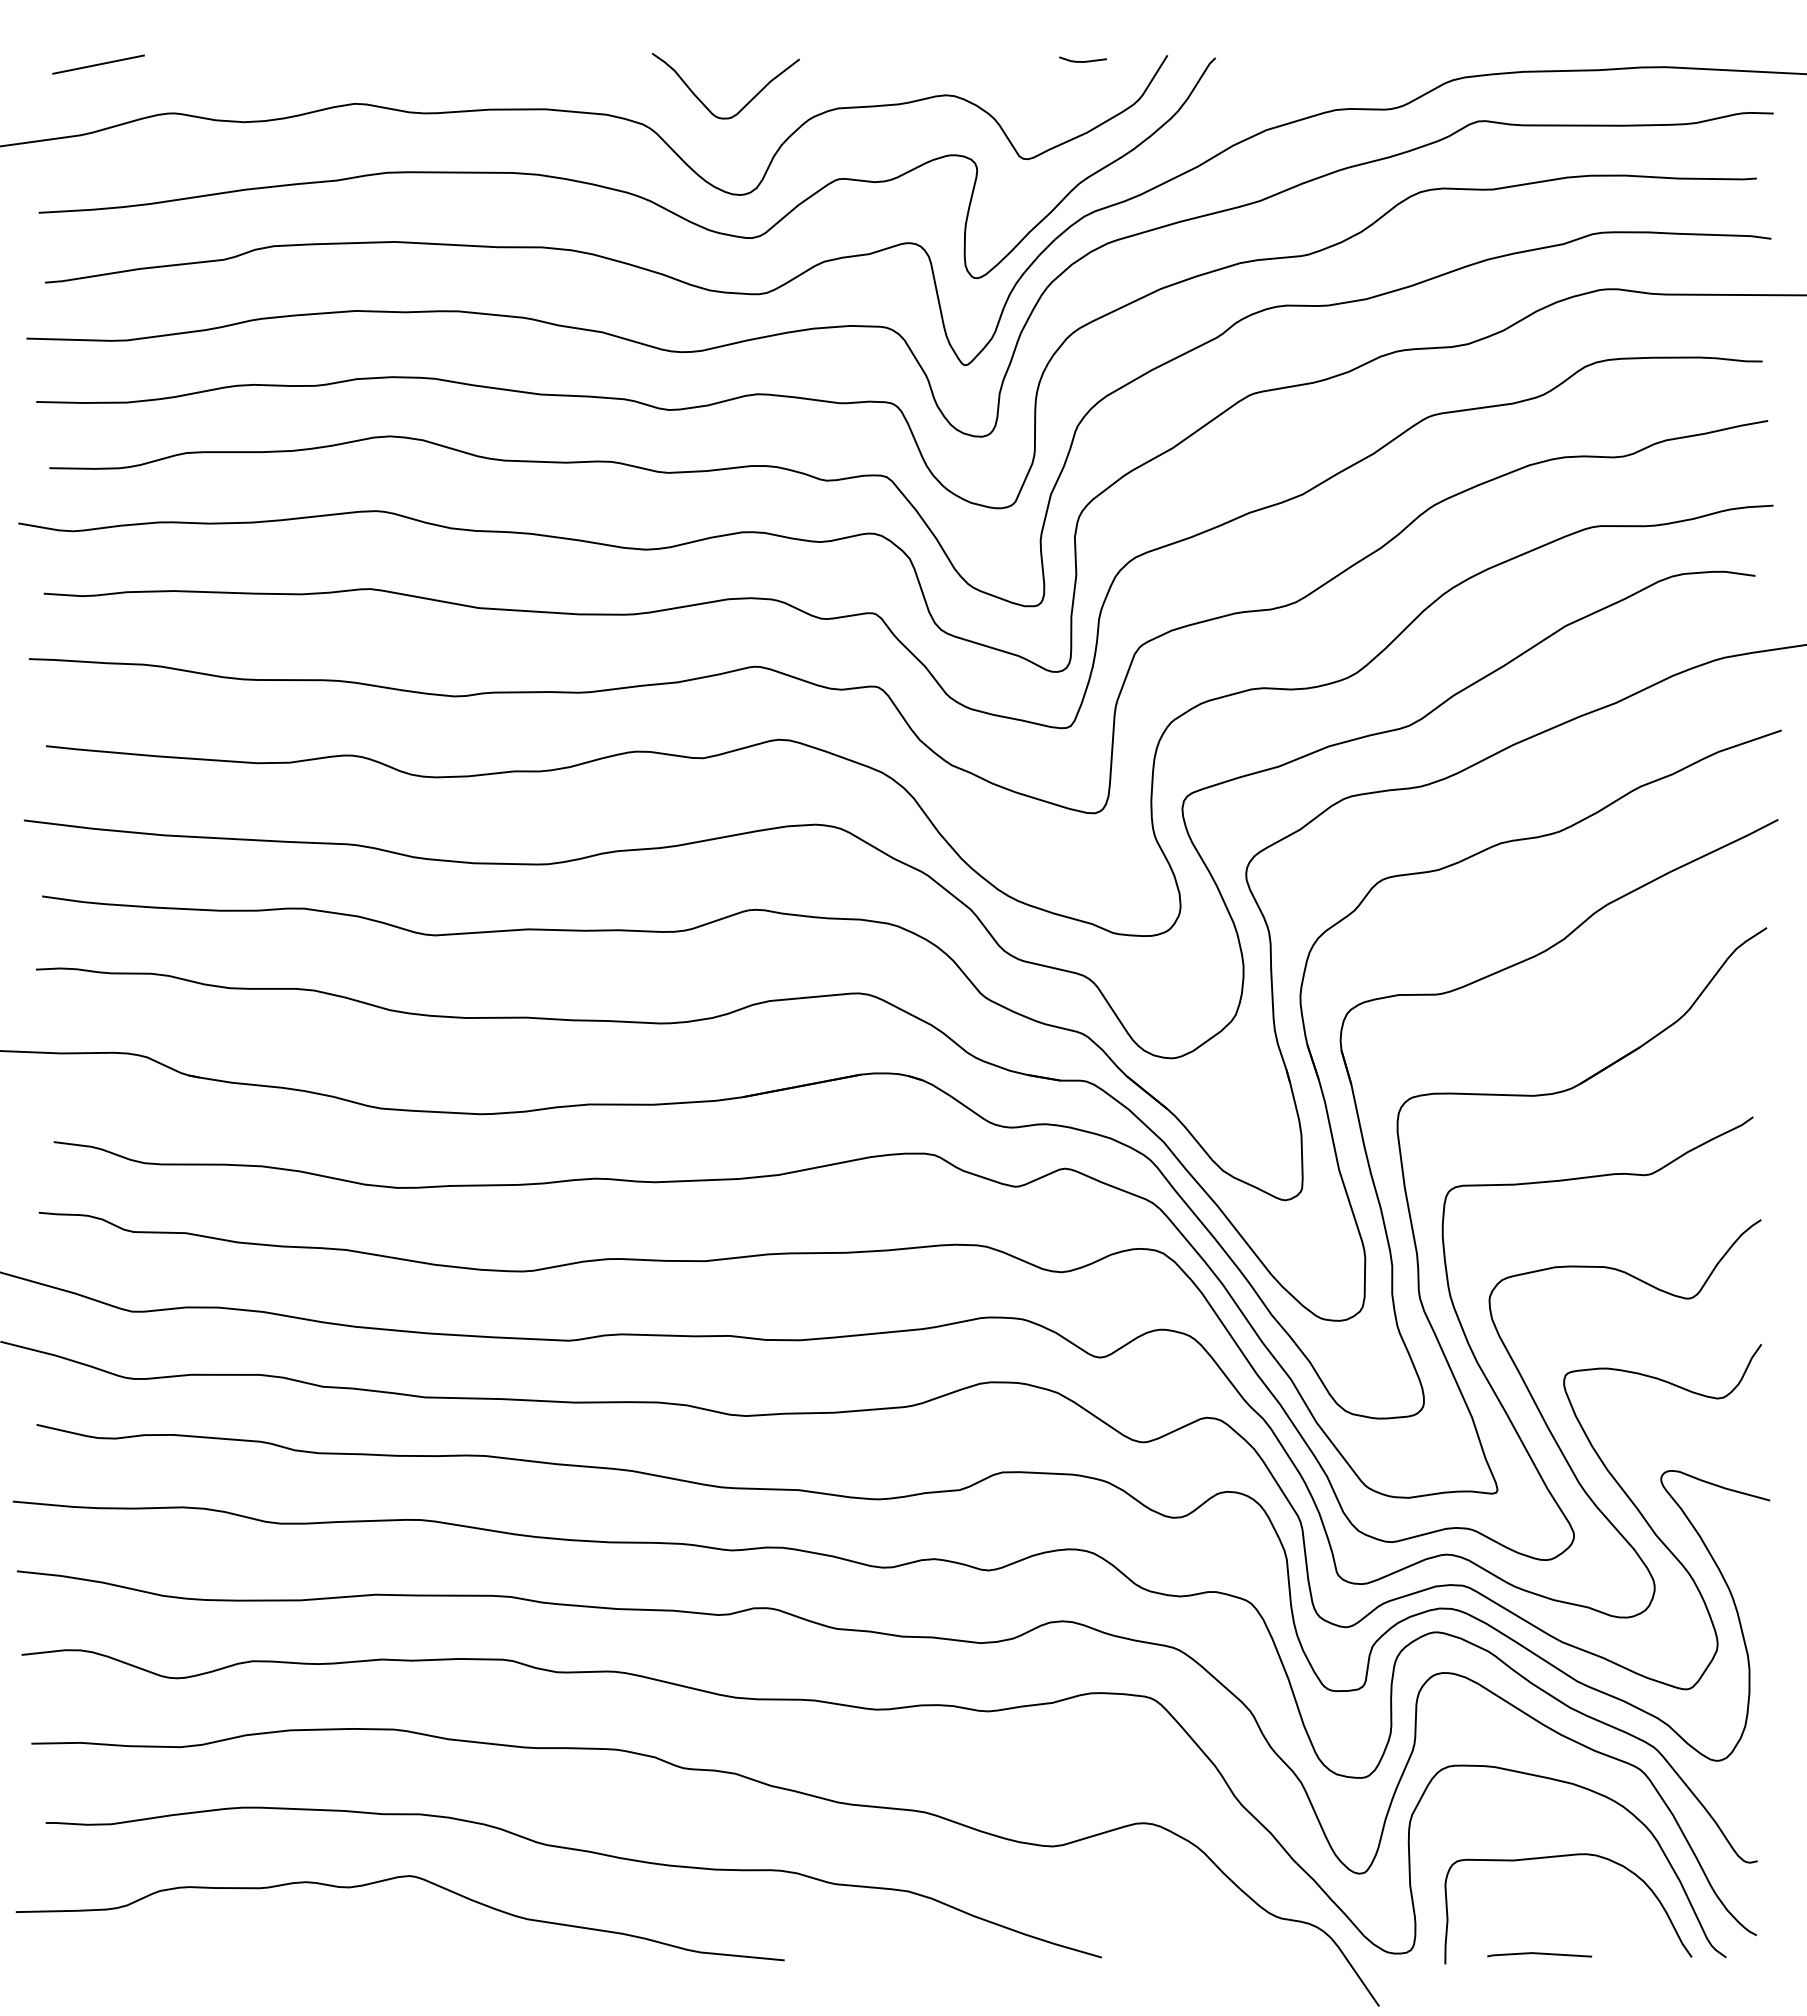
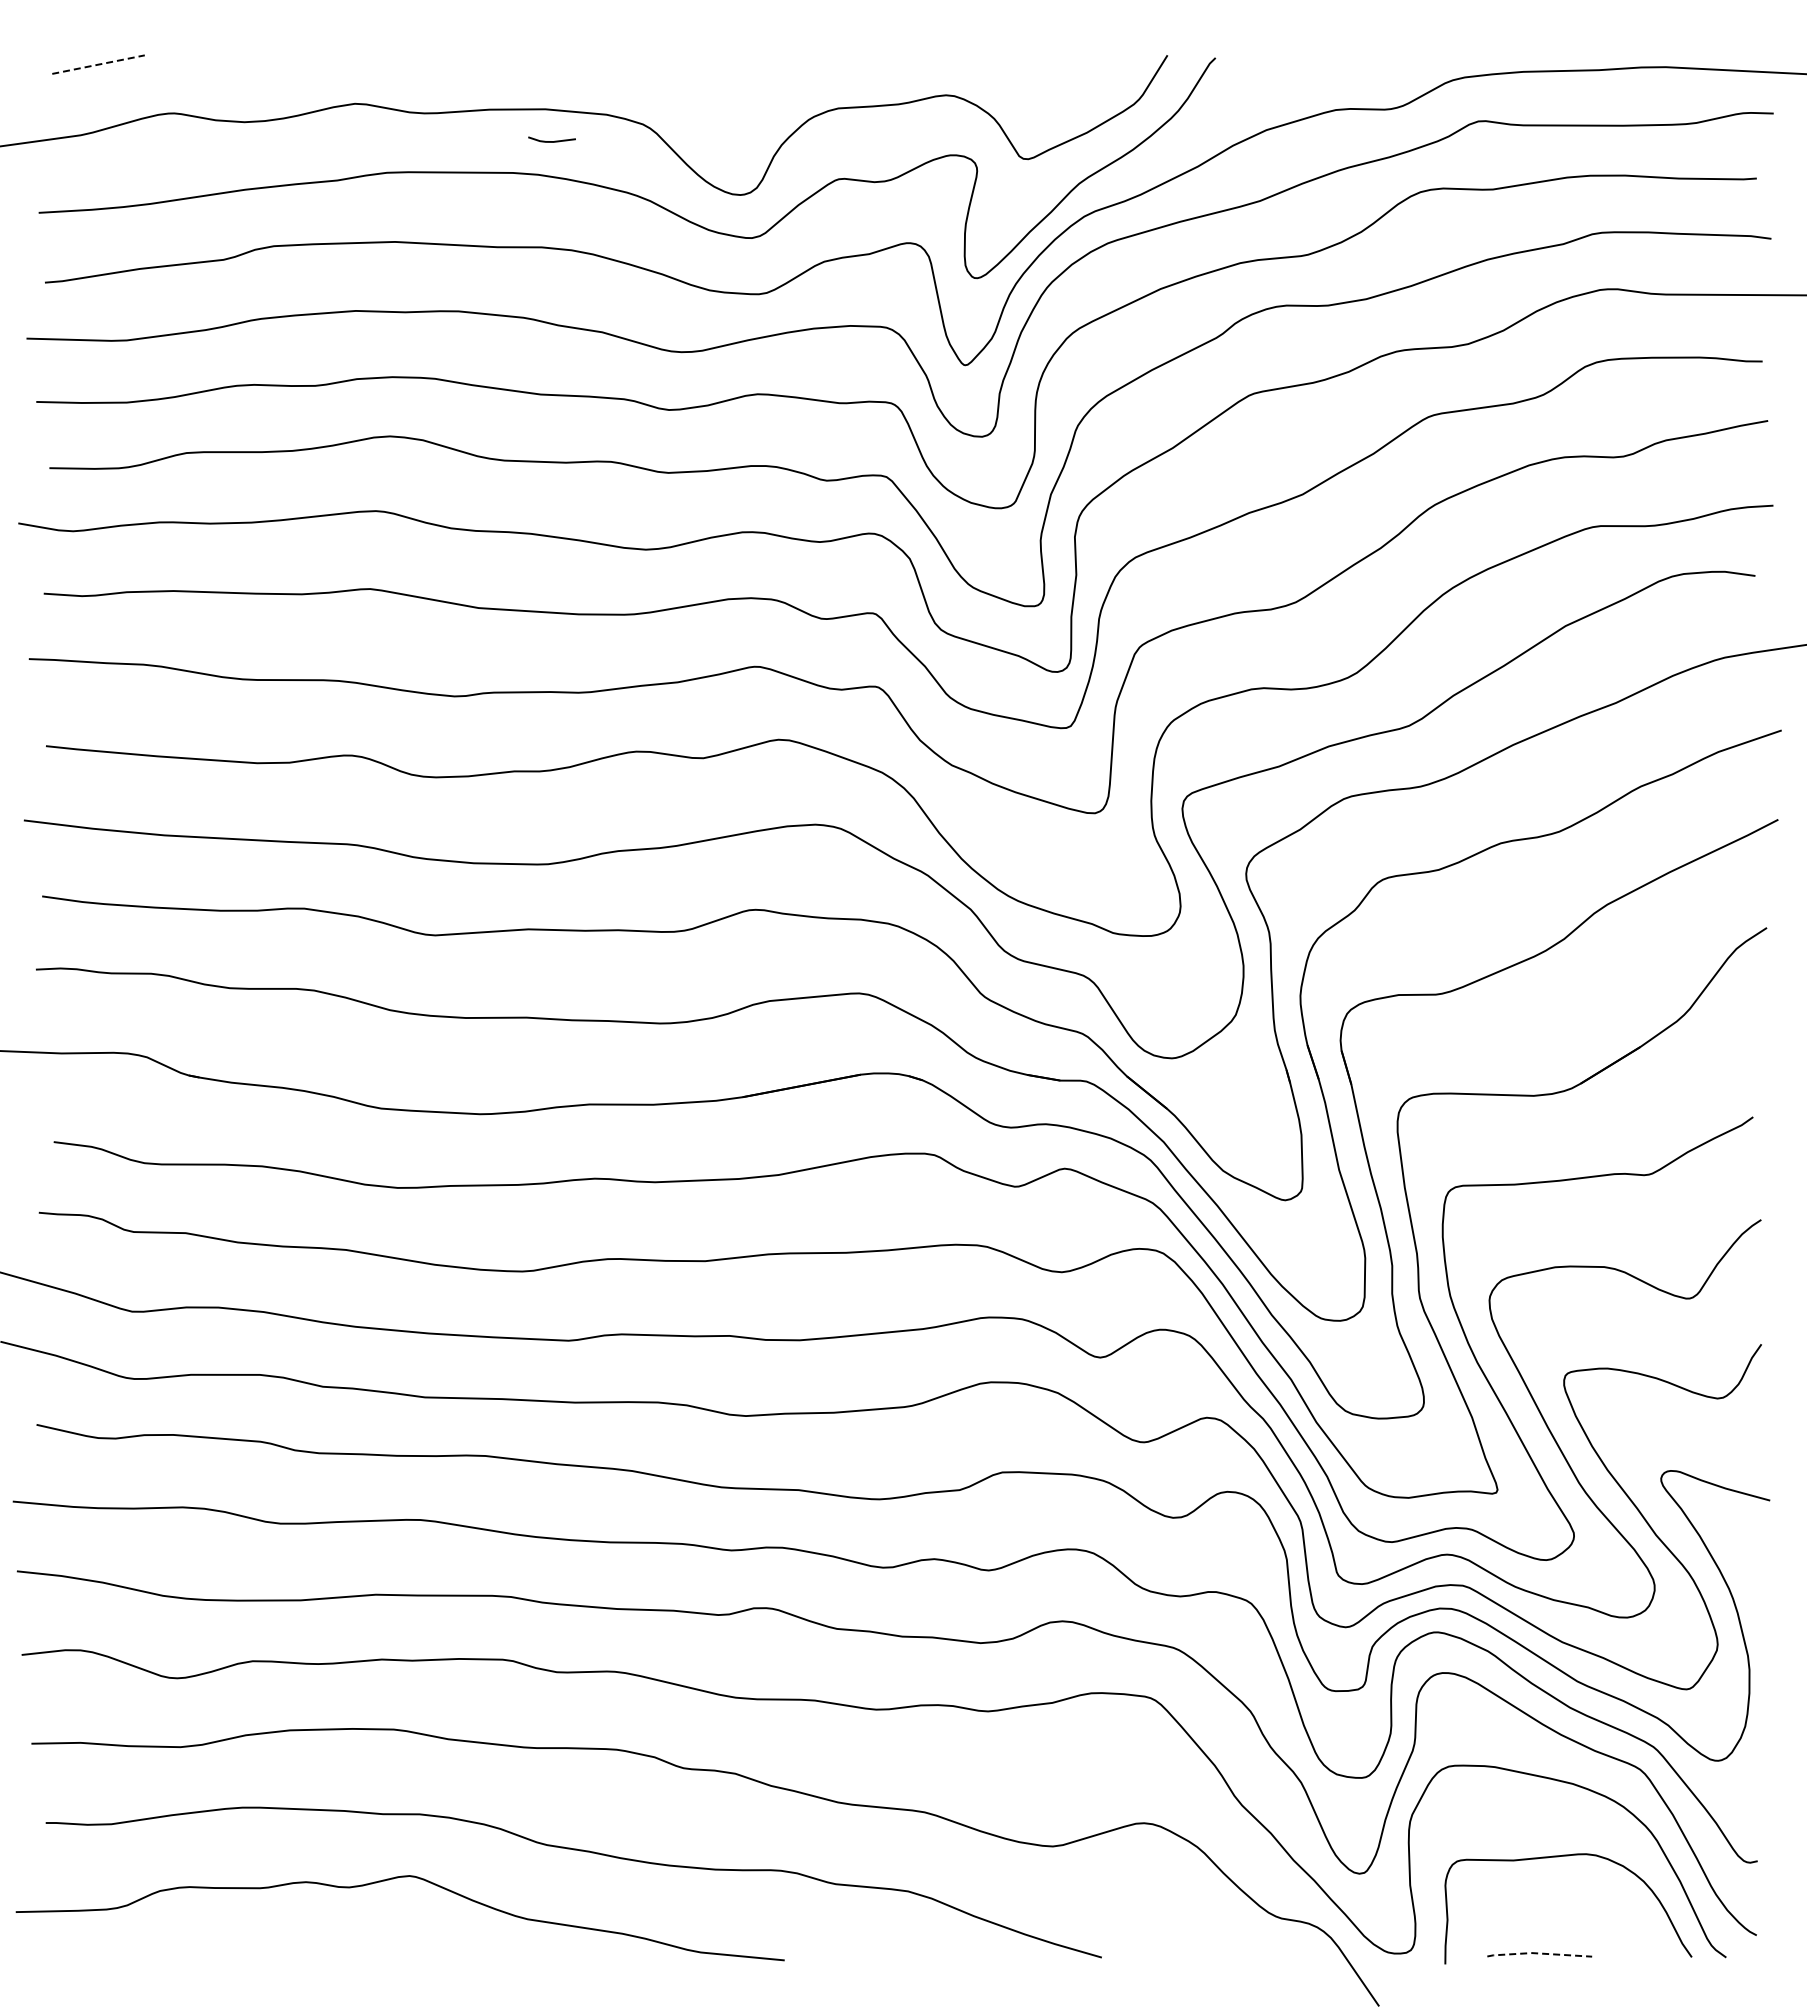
line at (1082, 61) position: (1082, 61) -> (551, 141)
line at (99, 64): solid -> dashed
curve at (744, 105): present -> none
line at (1538, 1953): solid -> dashed
